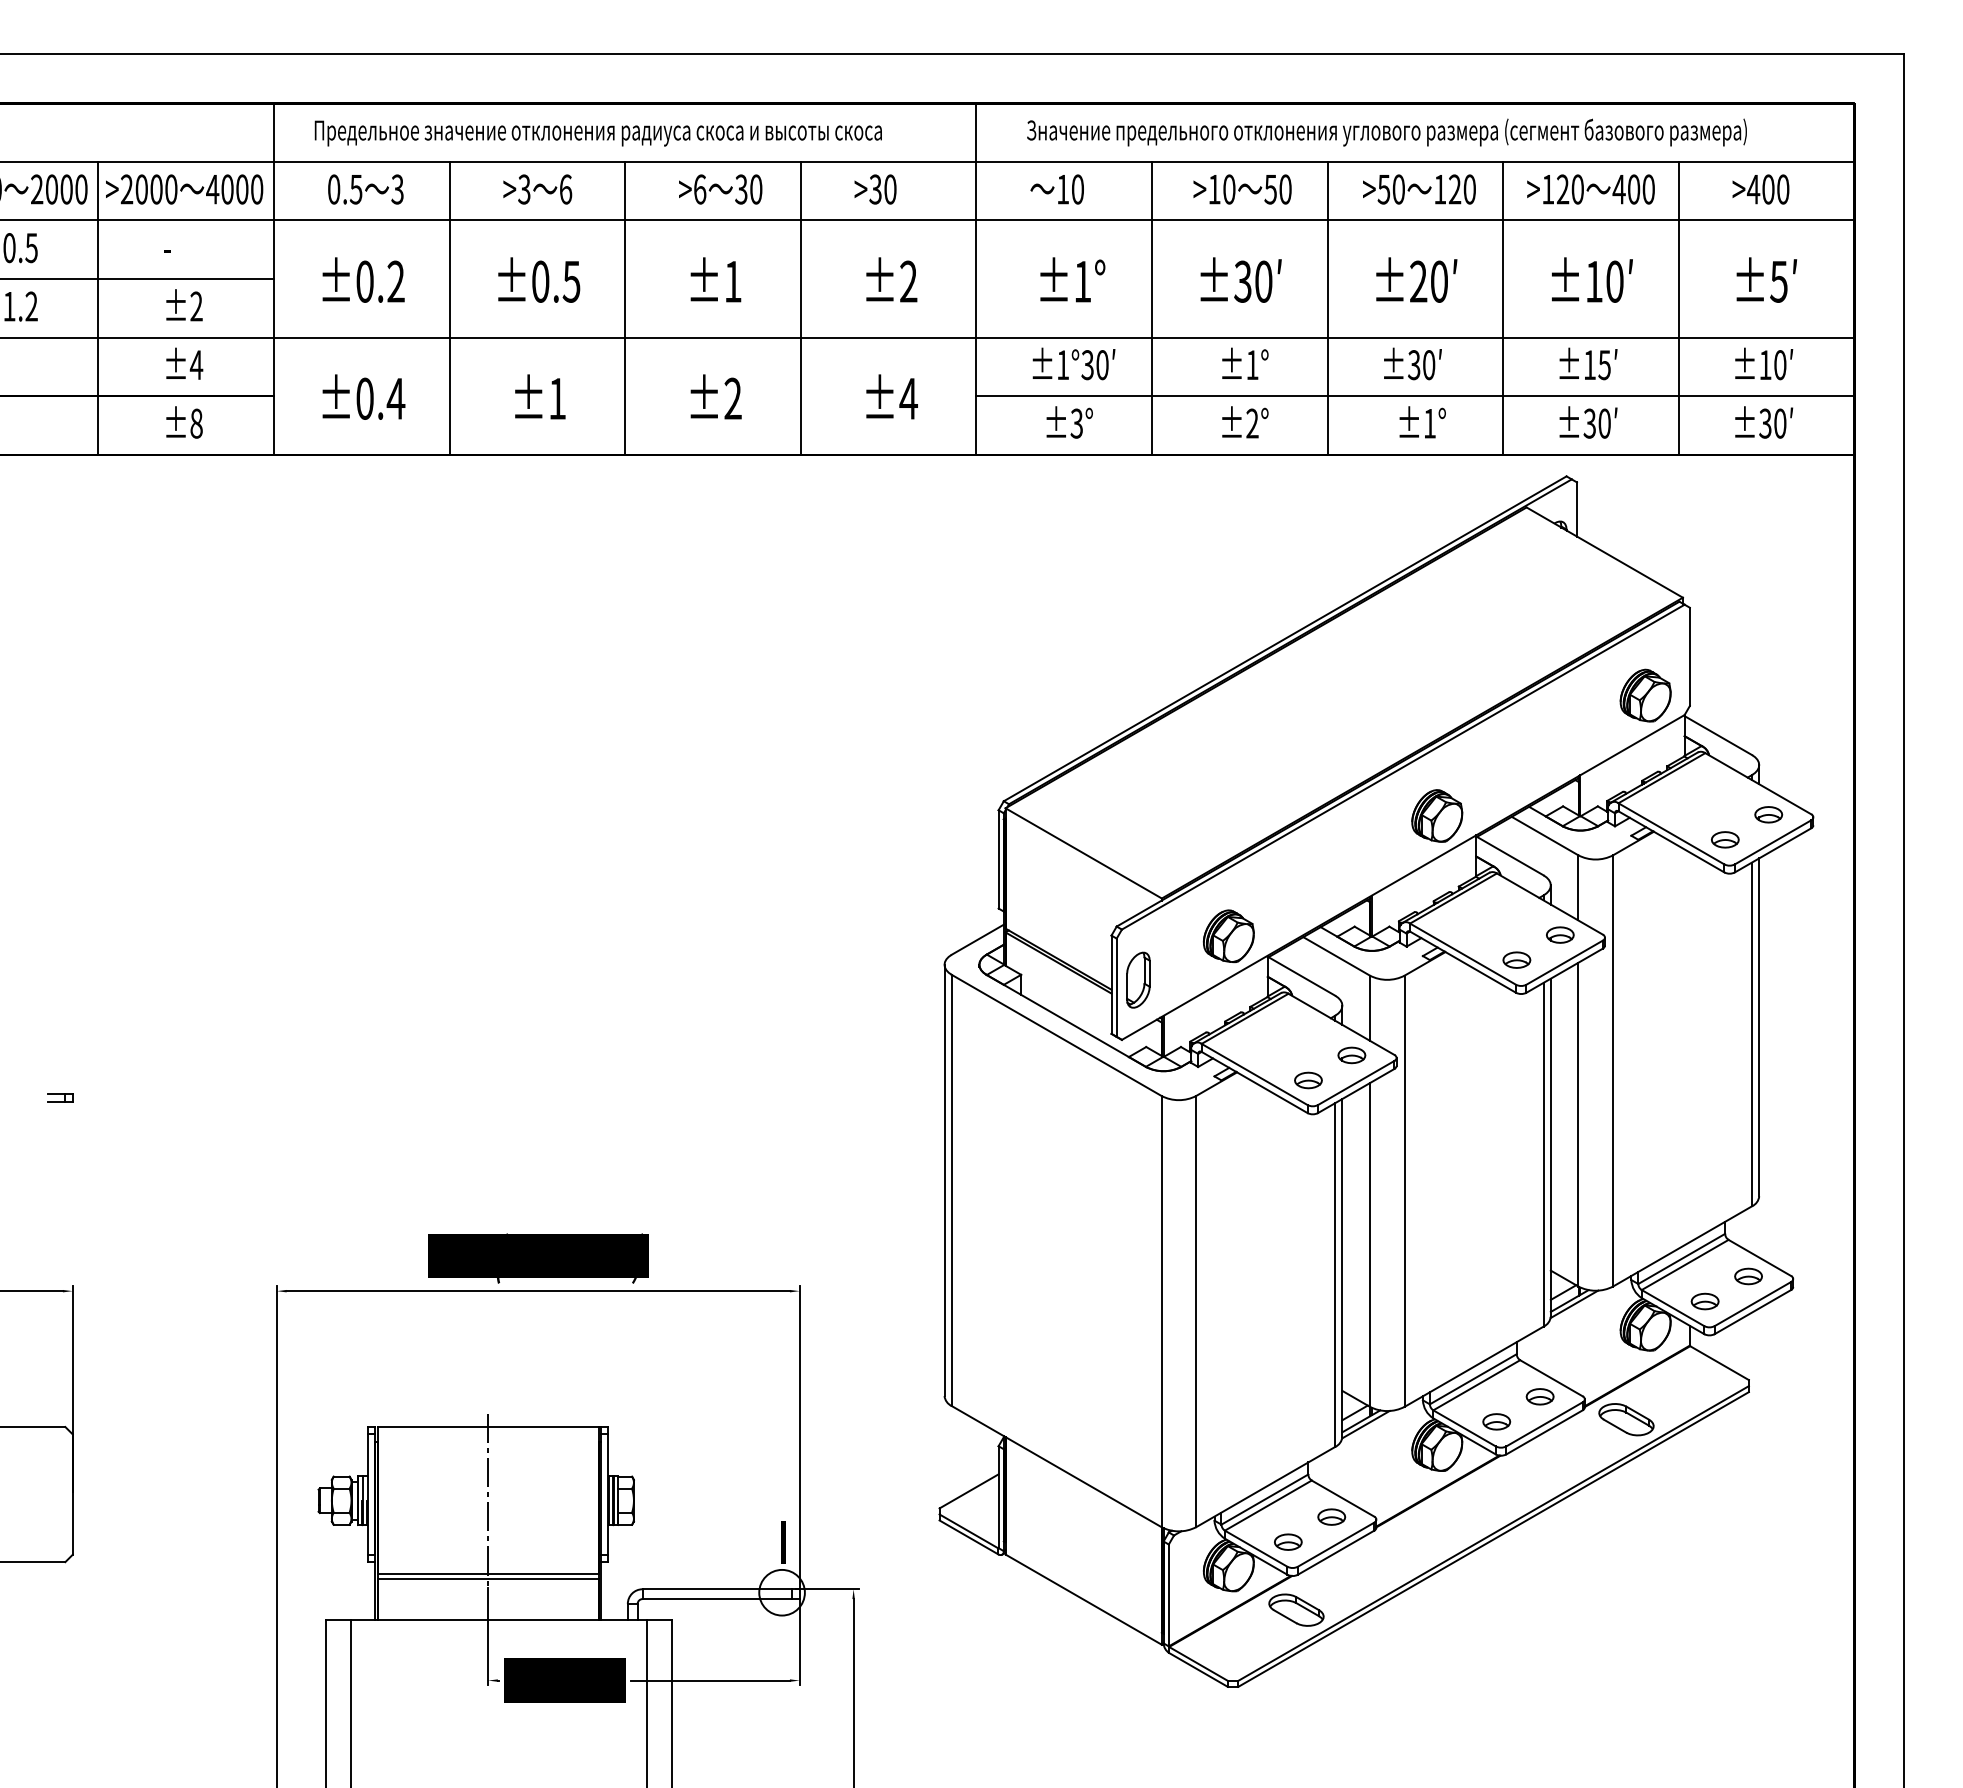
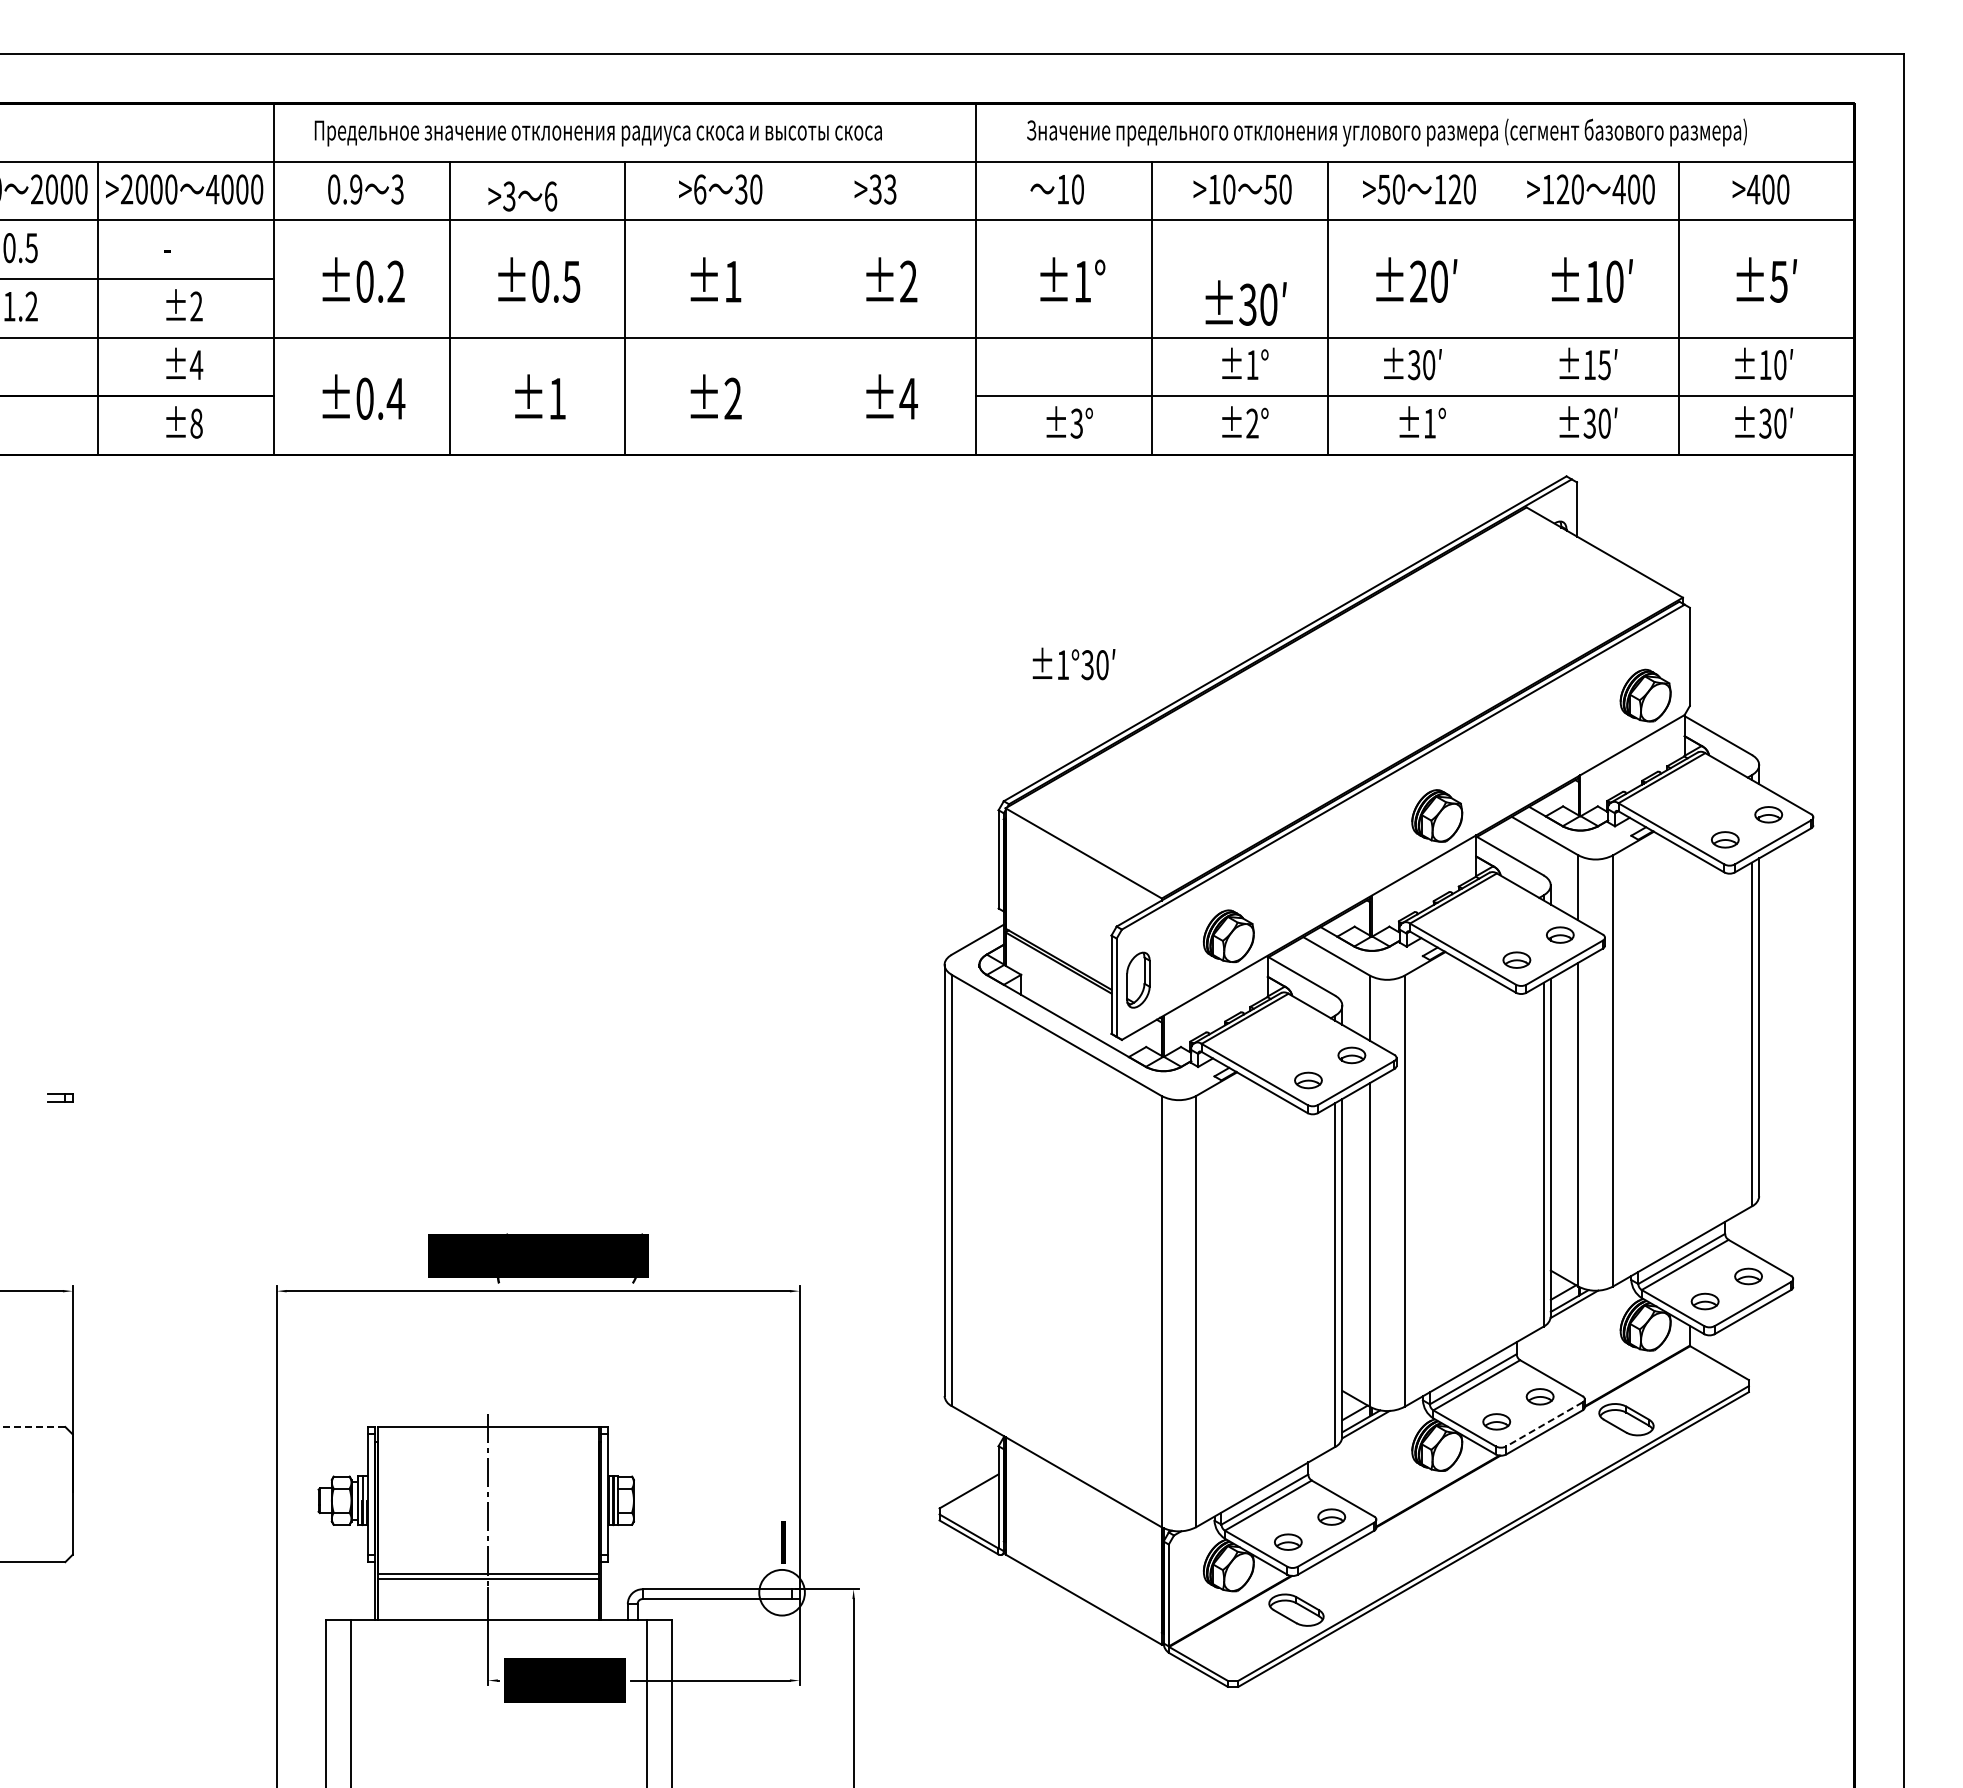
text at (355, 189): 0.5 -> 0.9
text at (537, 189) position: (537, 189) -> (522, 196)
text at (890, 189): >30 -> >33
text at (1240, 279) position: (1240, 279) -> (1245, 302)
line at (800, 307): present -> none
line at (1503, 307): present -> none
text at (1073, 363) position: (1073, 363) -> (1073, 663)
line at (1544, 1424): solid -> dashed
line at (32, 1427): solid -> dashed
